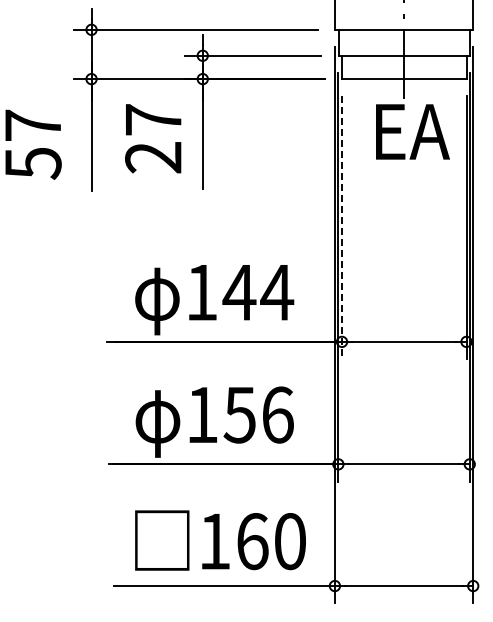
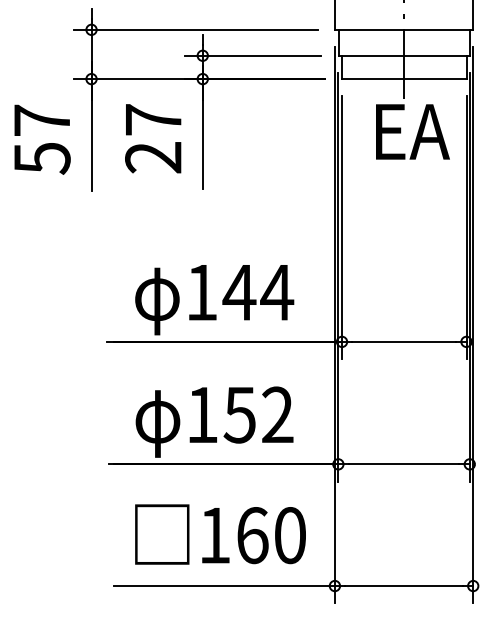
text at (33, 144) position: (33, 144) -> (42, 139)
line at (342, 228): dashed -> solid
text at (277, 414): 156 -> 152
text at (220, 540) position: (220, 540) -> (220, 534)
